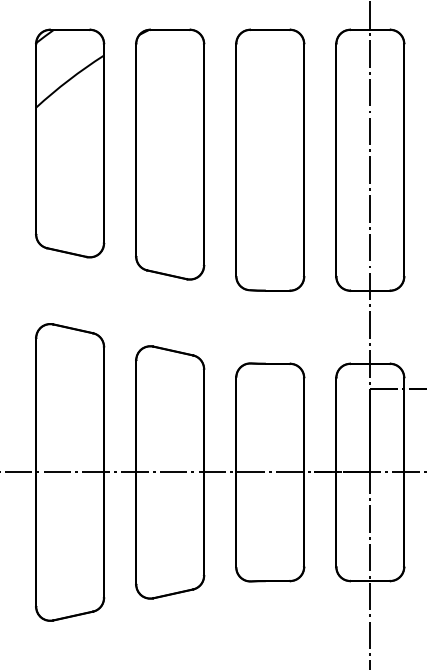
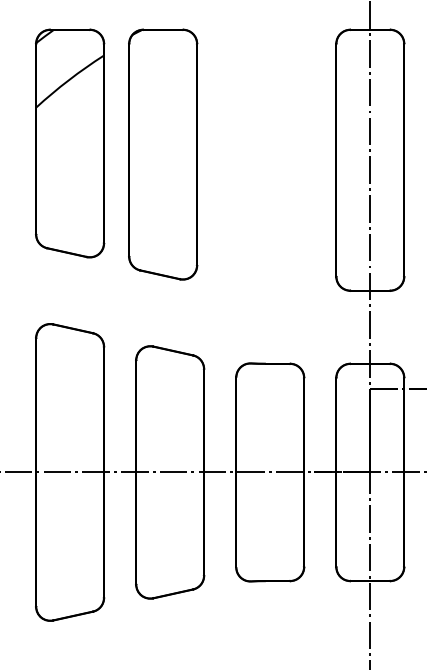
part at (170, 154) position: (170, 154) -> (163, 154)
part at (270, 159): present -> none
